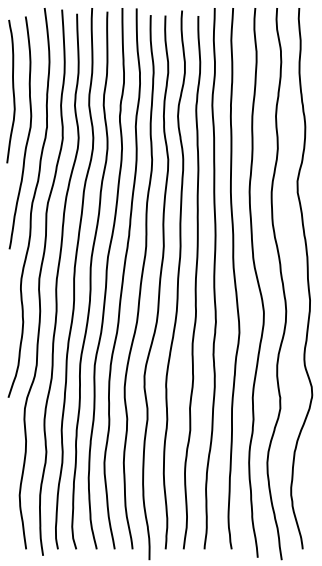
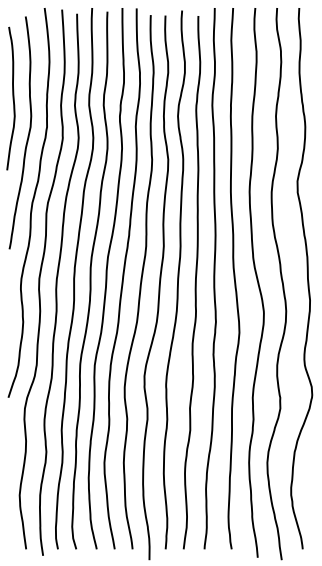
curve at (12, 91) position: (12, 91) -> (12, 98)
